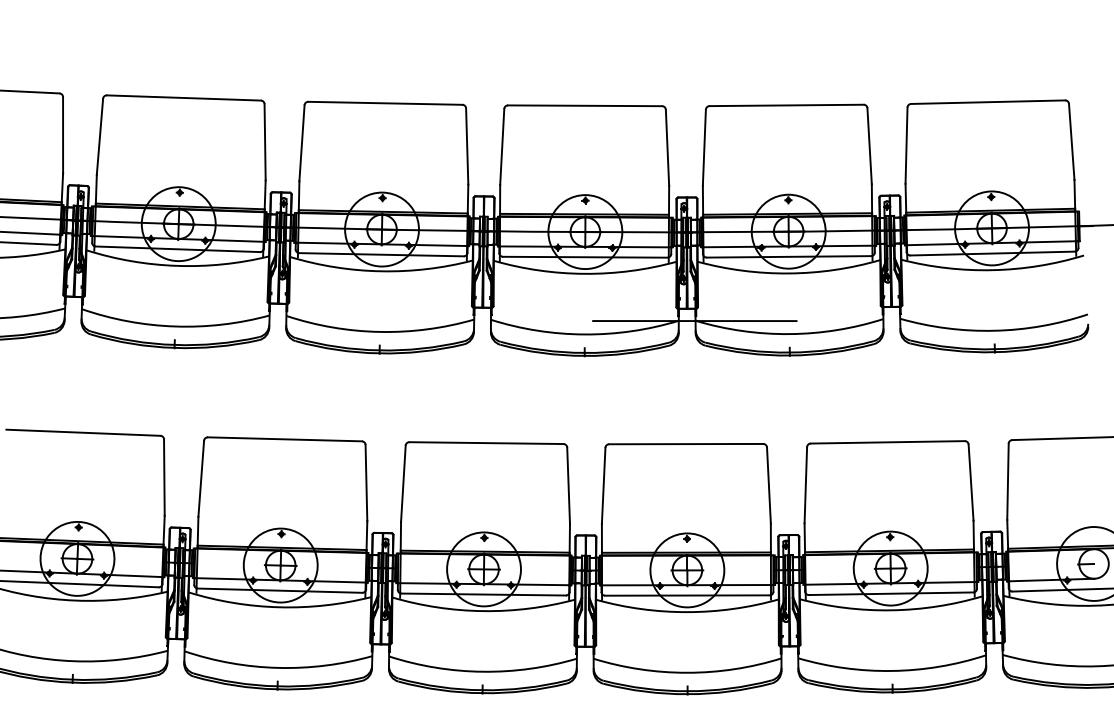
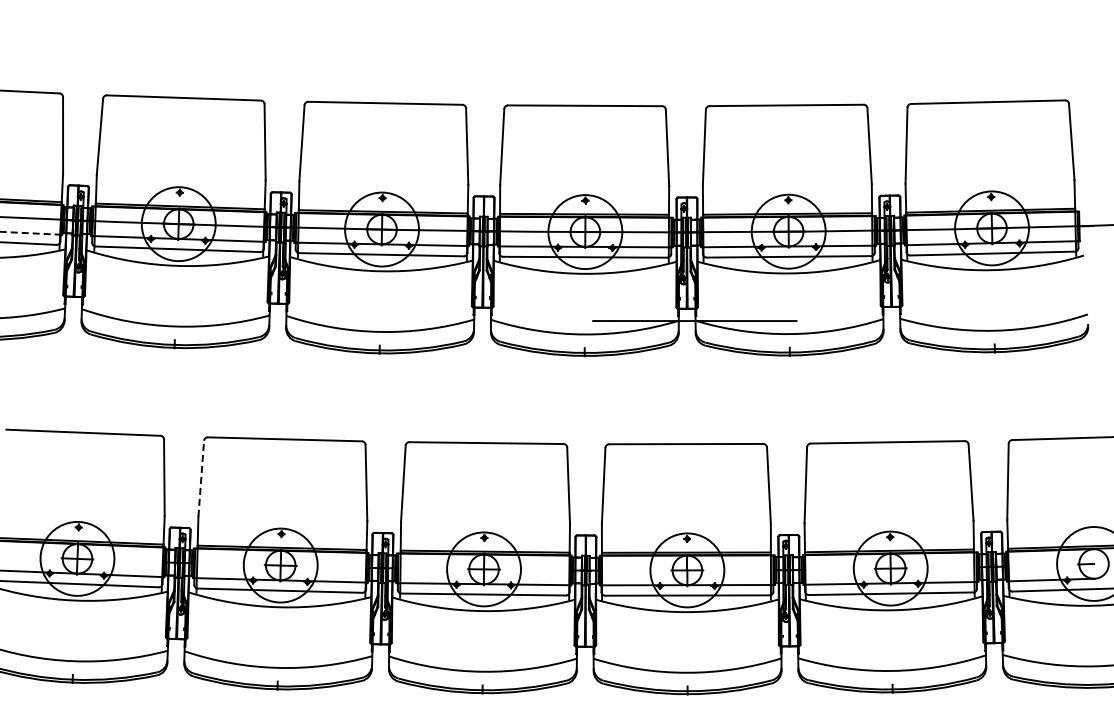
line at (30, 233): solid -> dashed
line at (201, 478): solid -> dashed
